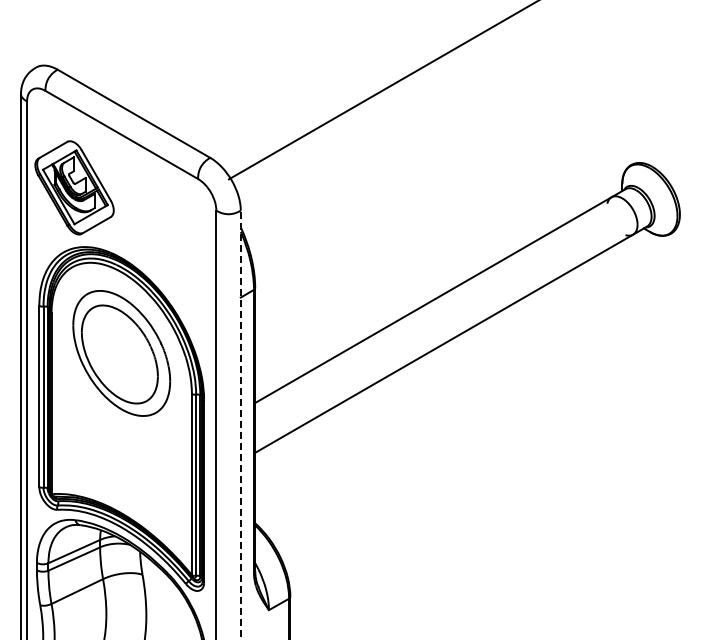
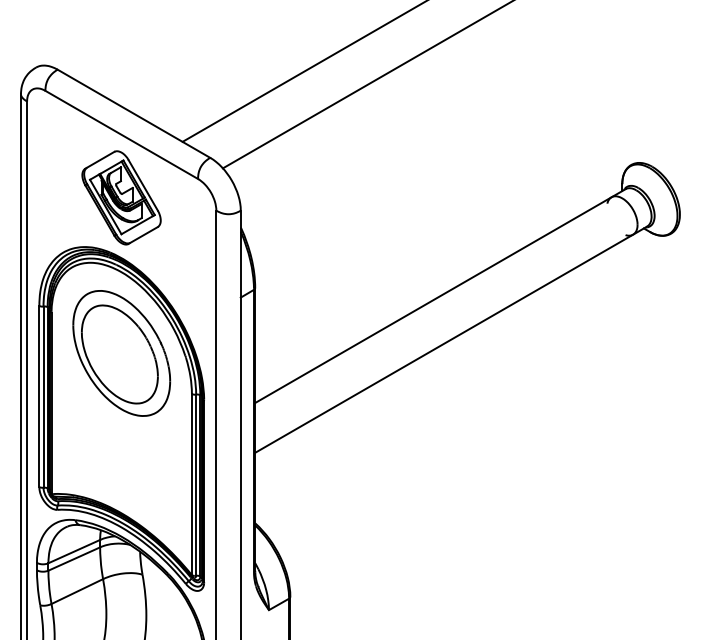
line at (303, 71): none -> present
line at (381, 90) position: (381, 90) -> (366, 85)
part at (74, 187) position: (74, 187) -> (121, 197)
line at (240, 424): dashed -> solid
